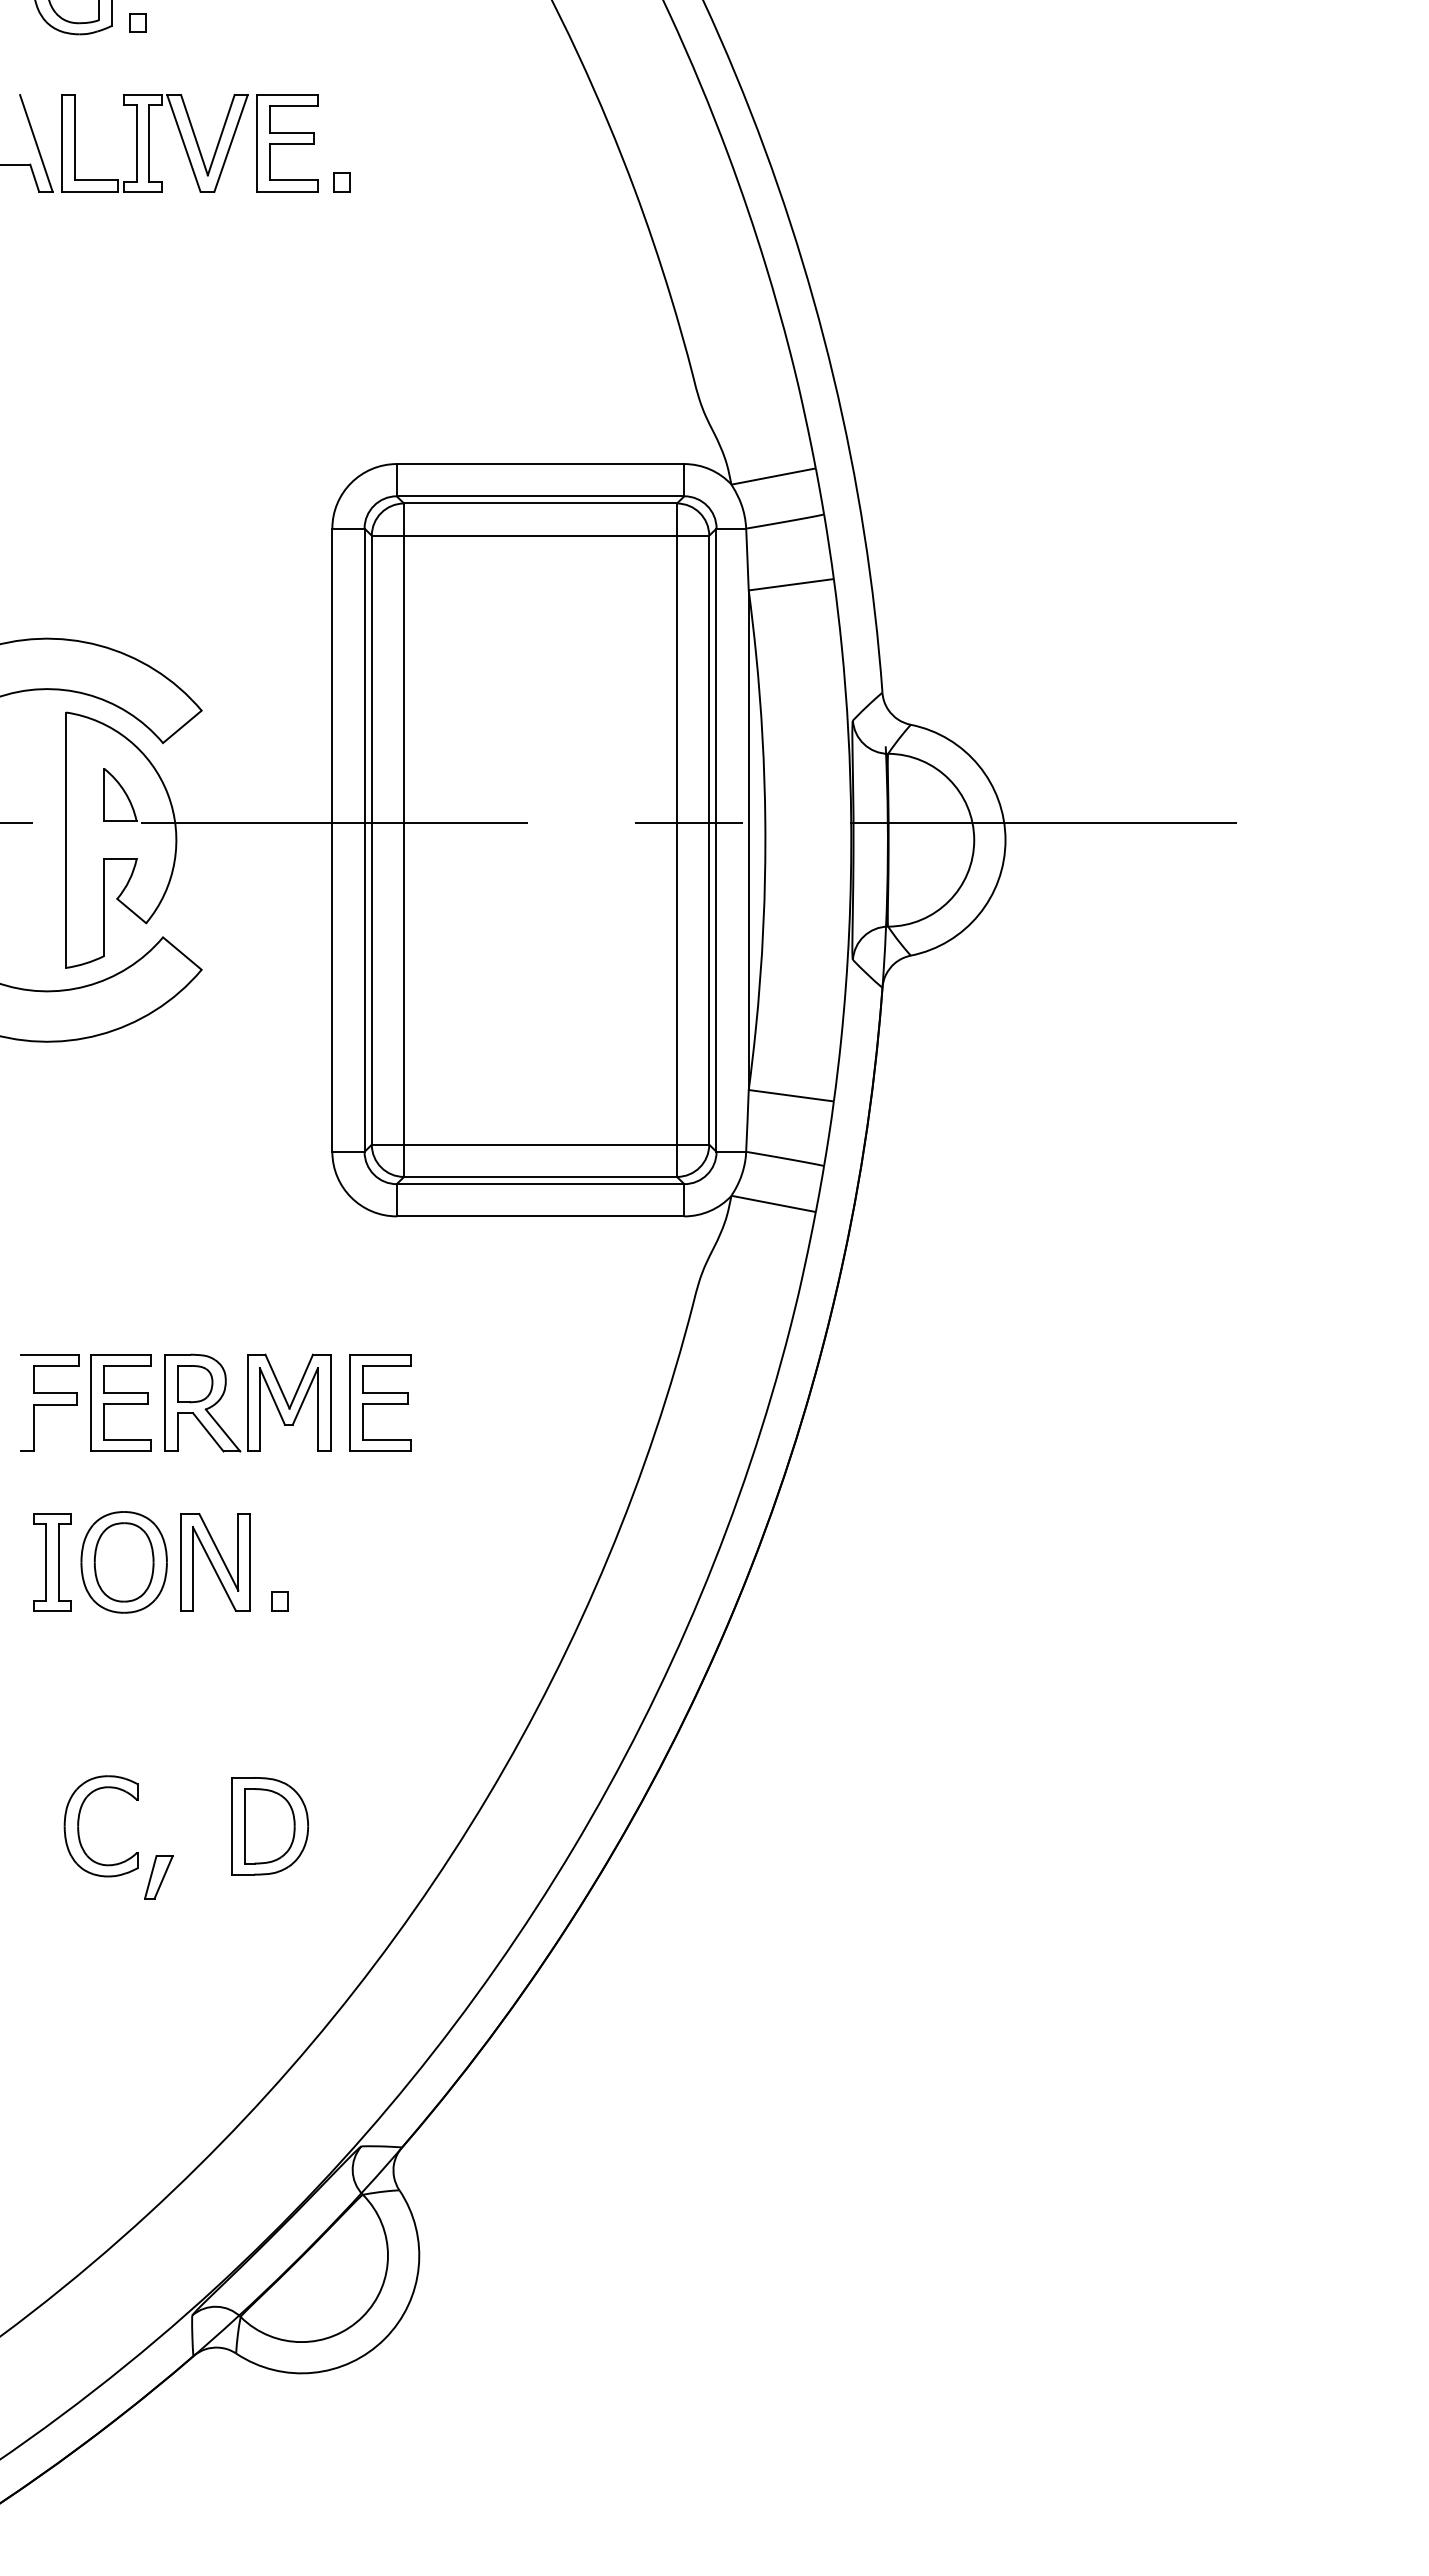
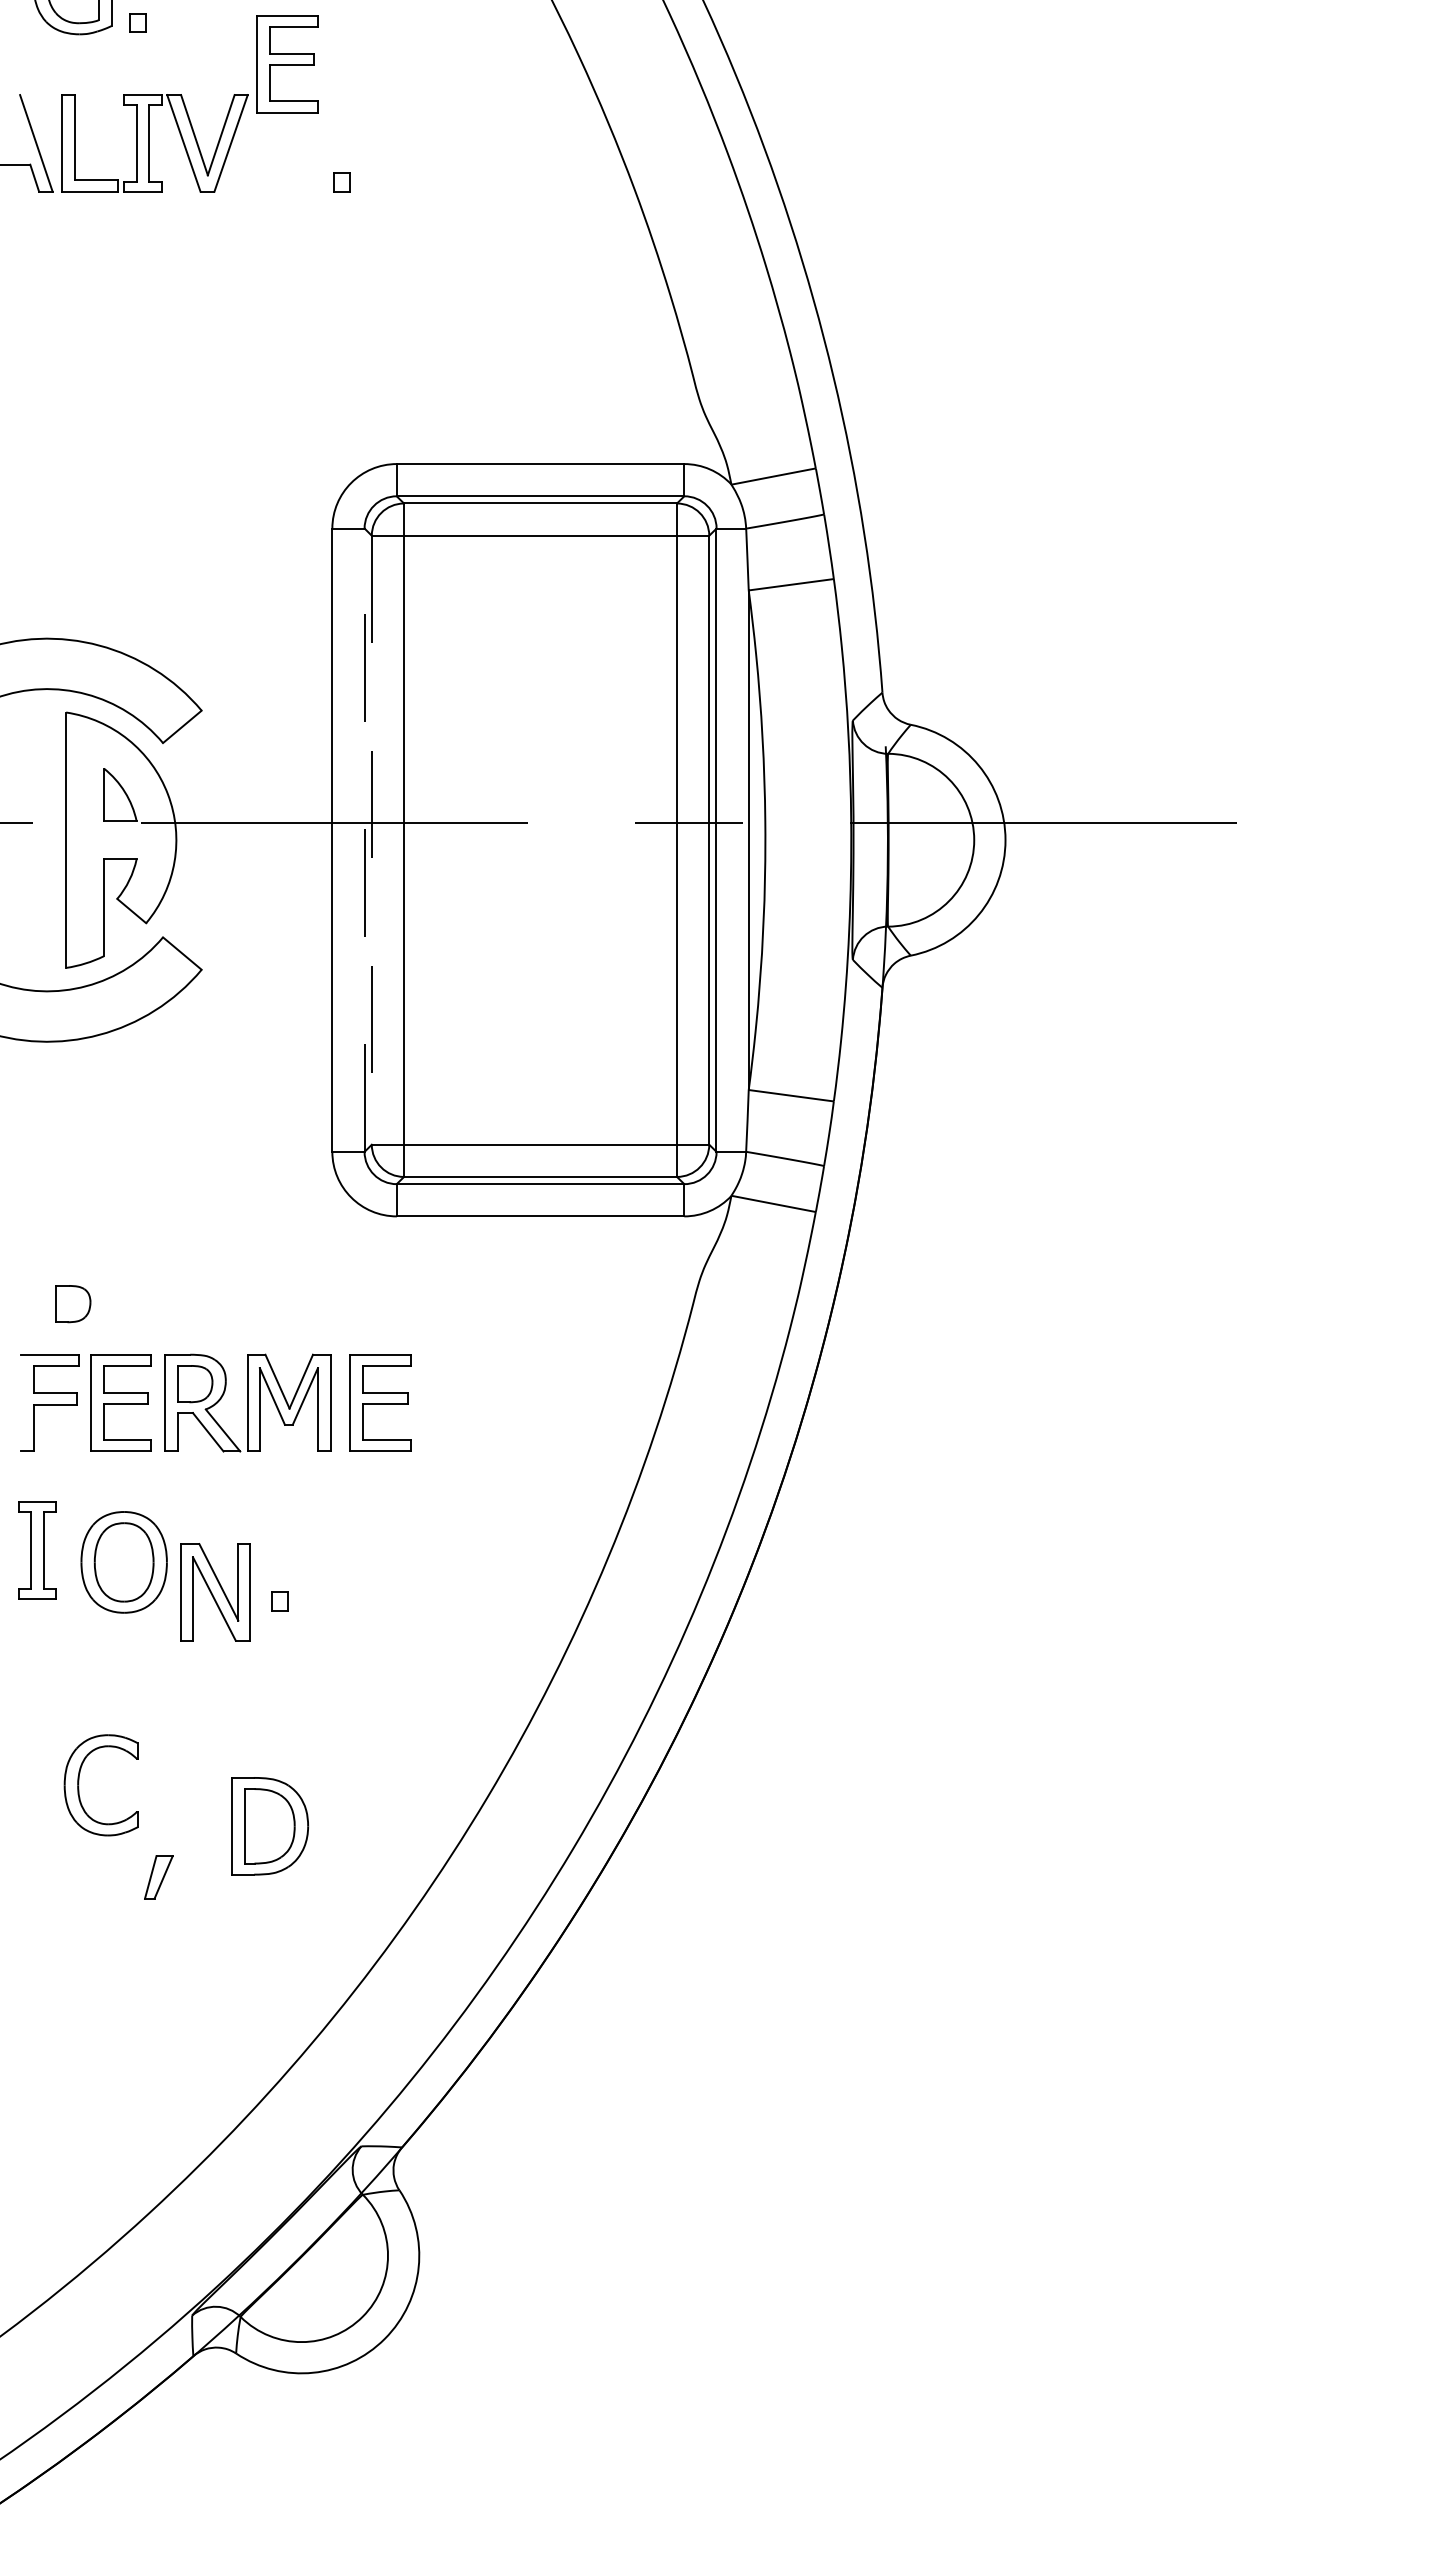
part at (287, 143) position: (287, 143) -> (287, 64)
line at (364, 840): solid -> dashed
line at (371, 840): solid -> dashed
part at (73, 1304): none -> present
part at (52, 1562) position: (52, 1562) -> (37, 1550)
part at (215, 1562) position: (215, 1562) -> (215, 1592)
part at (79, 1826) position: (79, 1826) -> (79, 1785)
